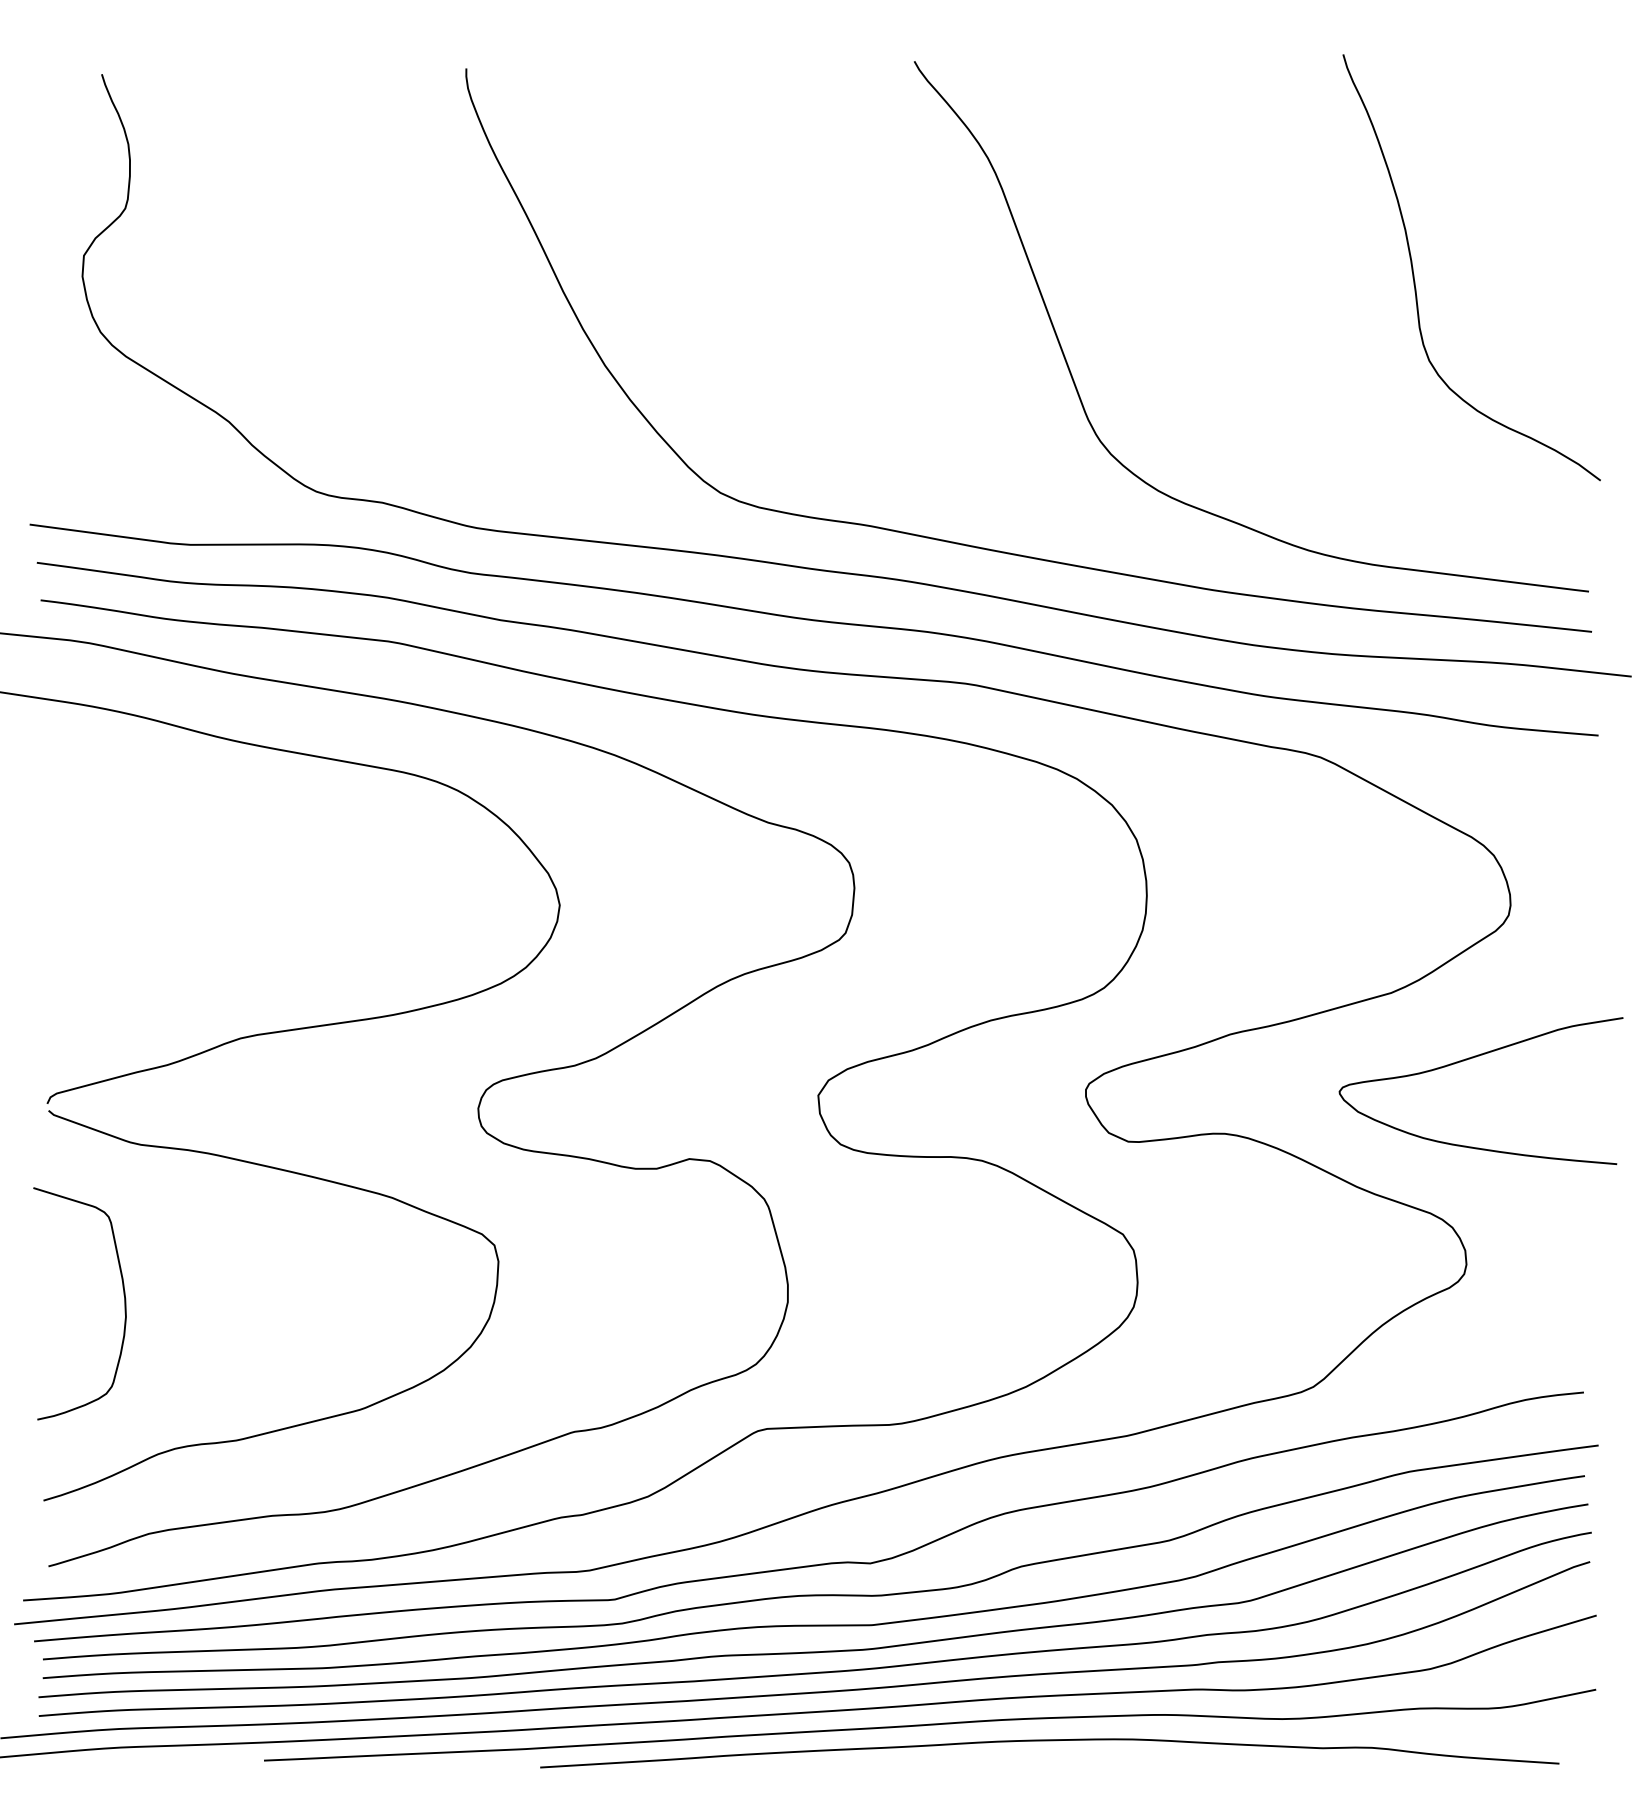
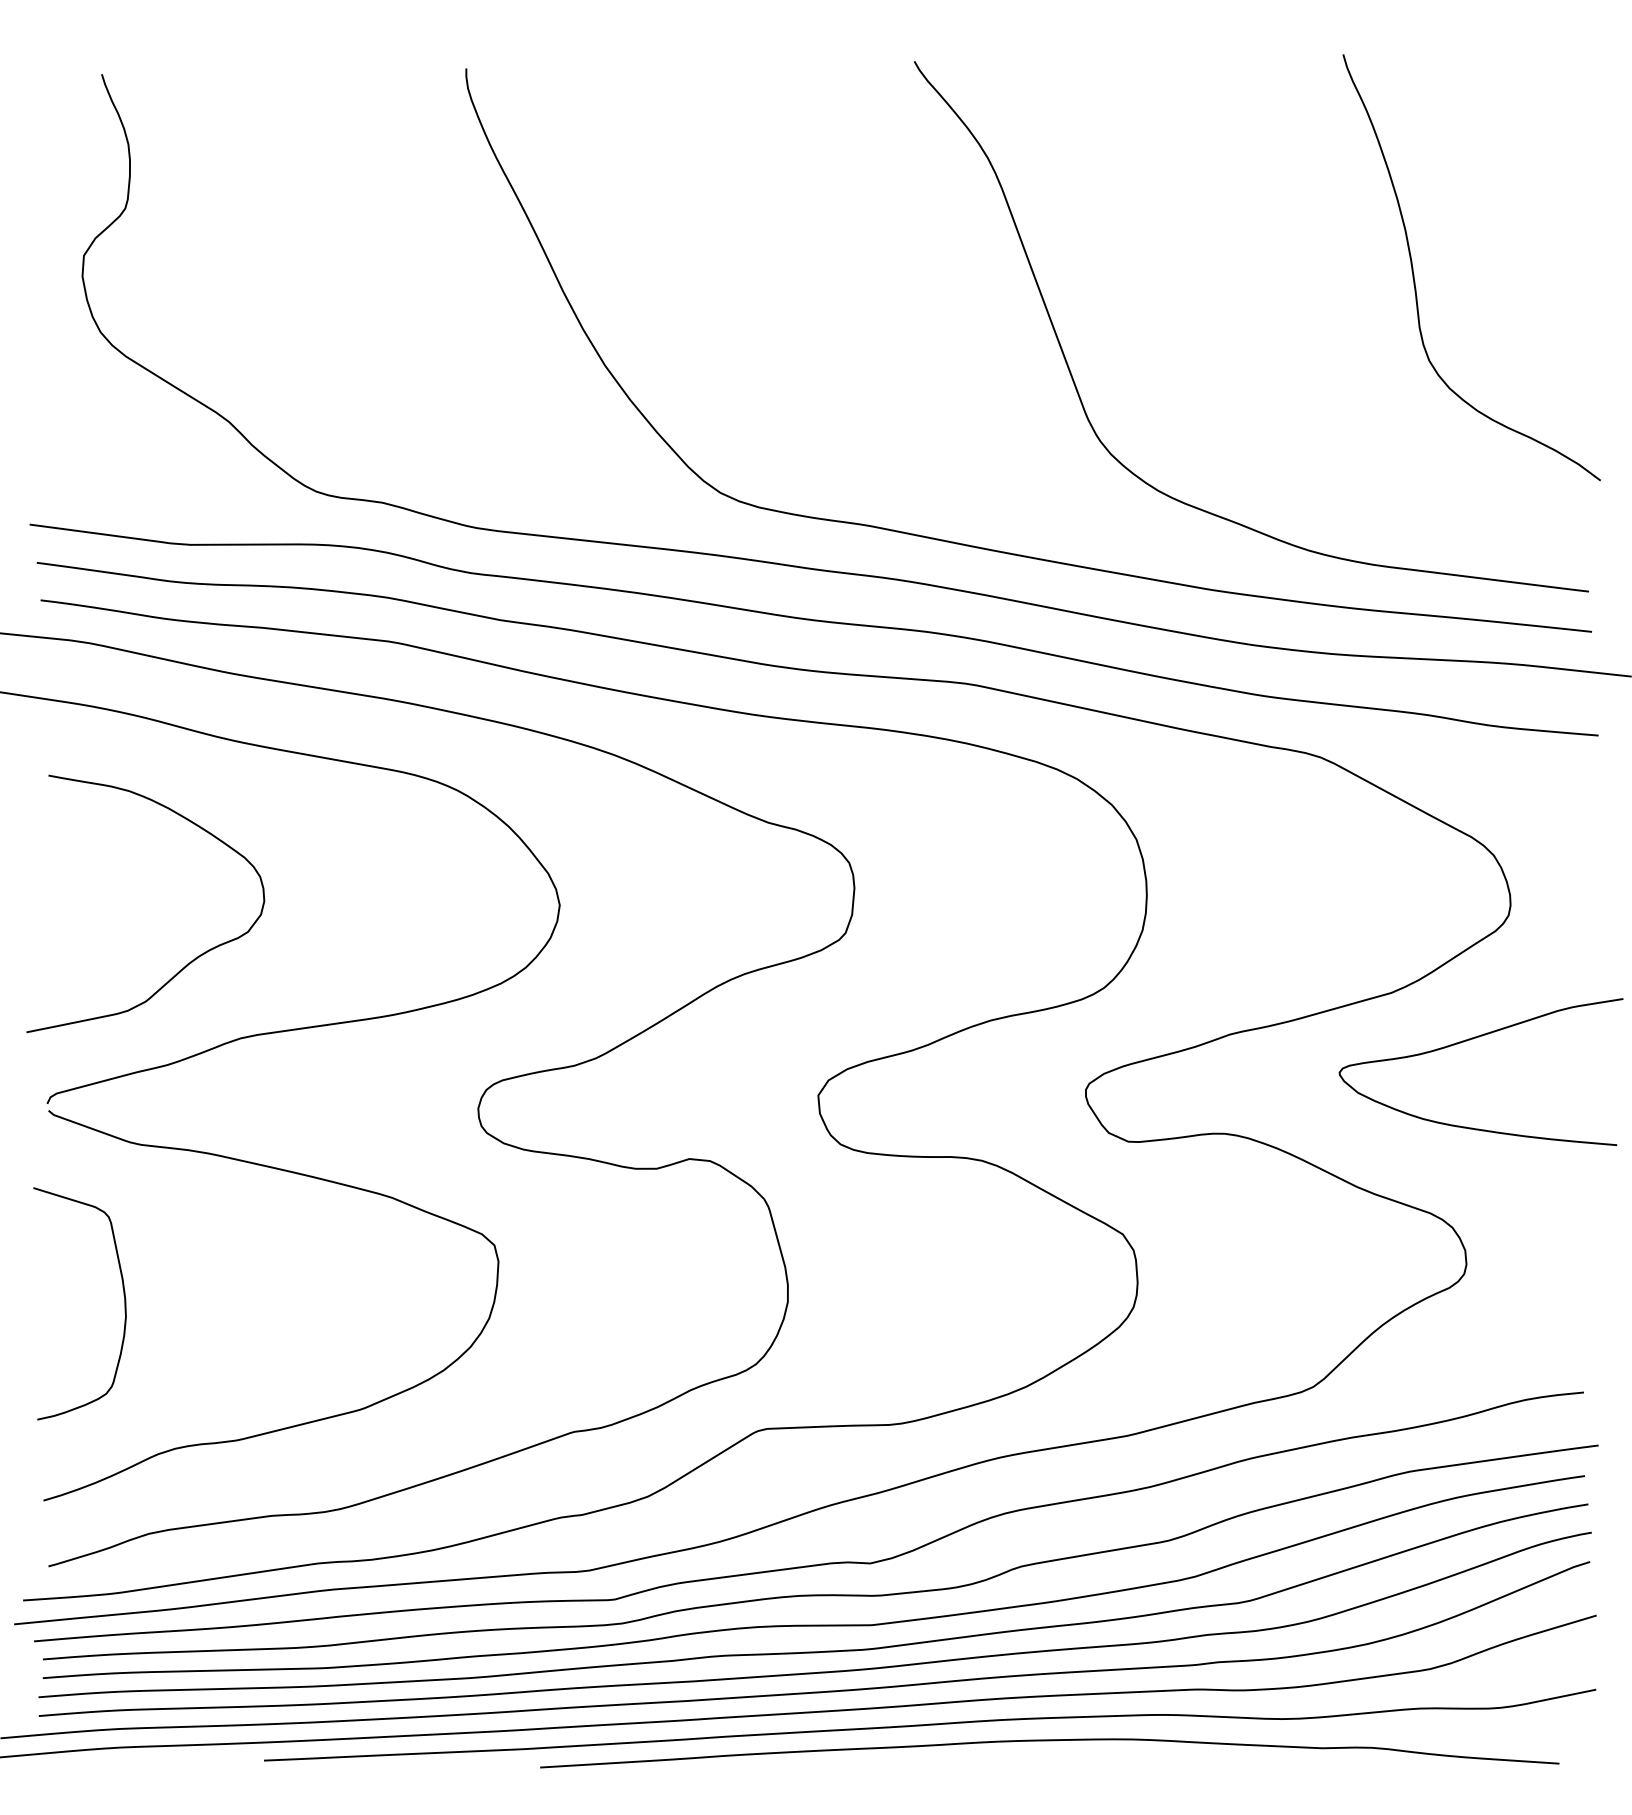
curve at (187, 963): none -> present
curve at (1470, 1059) position: (1470, 1059) -> (1470, 1040)
